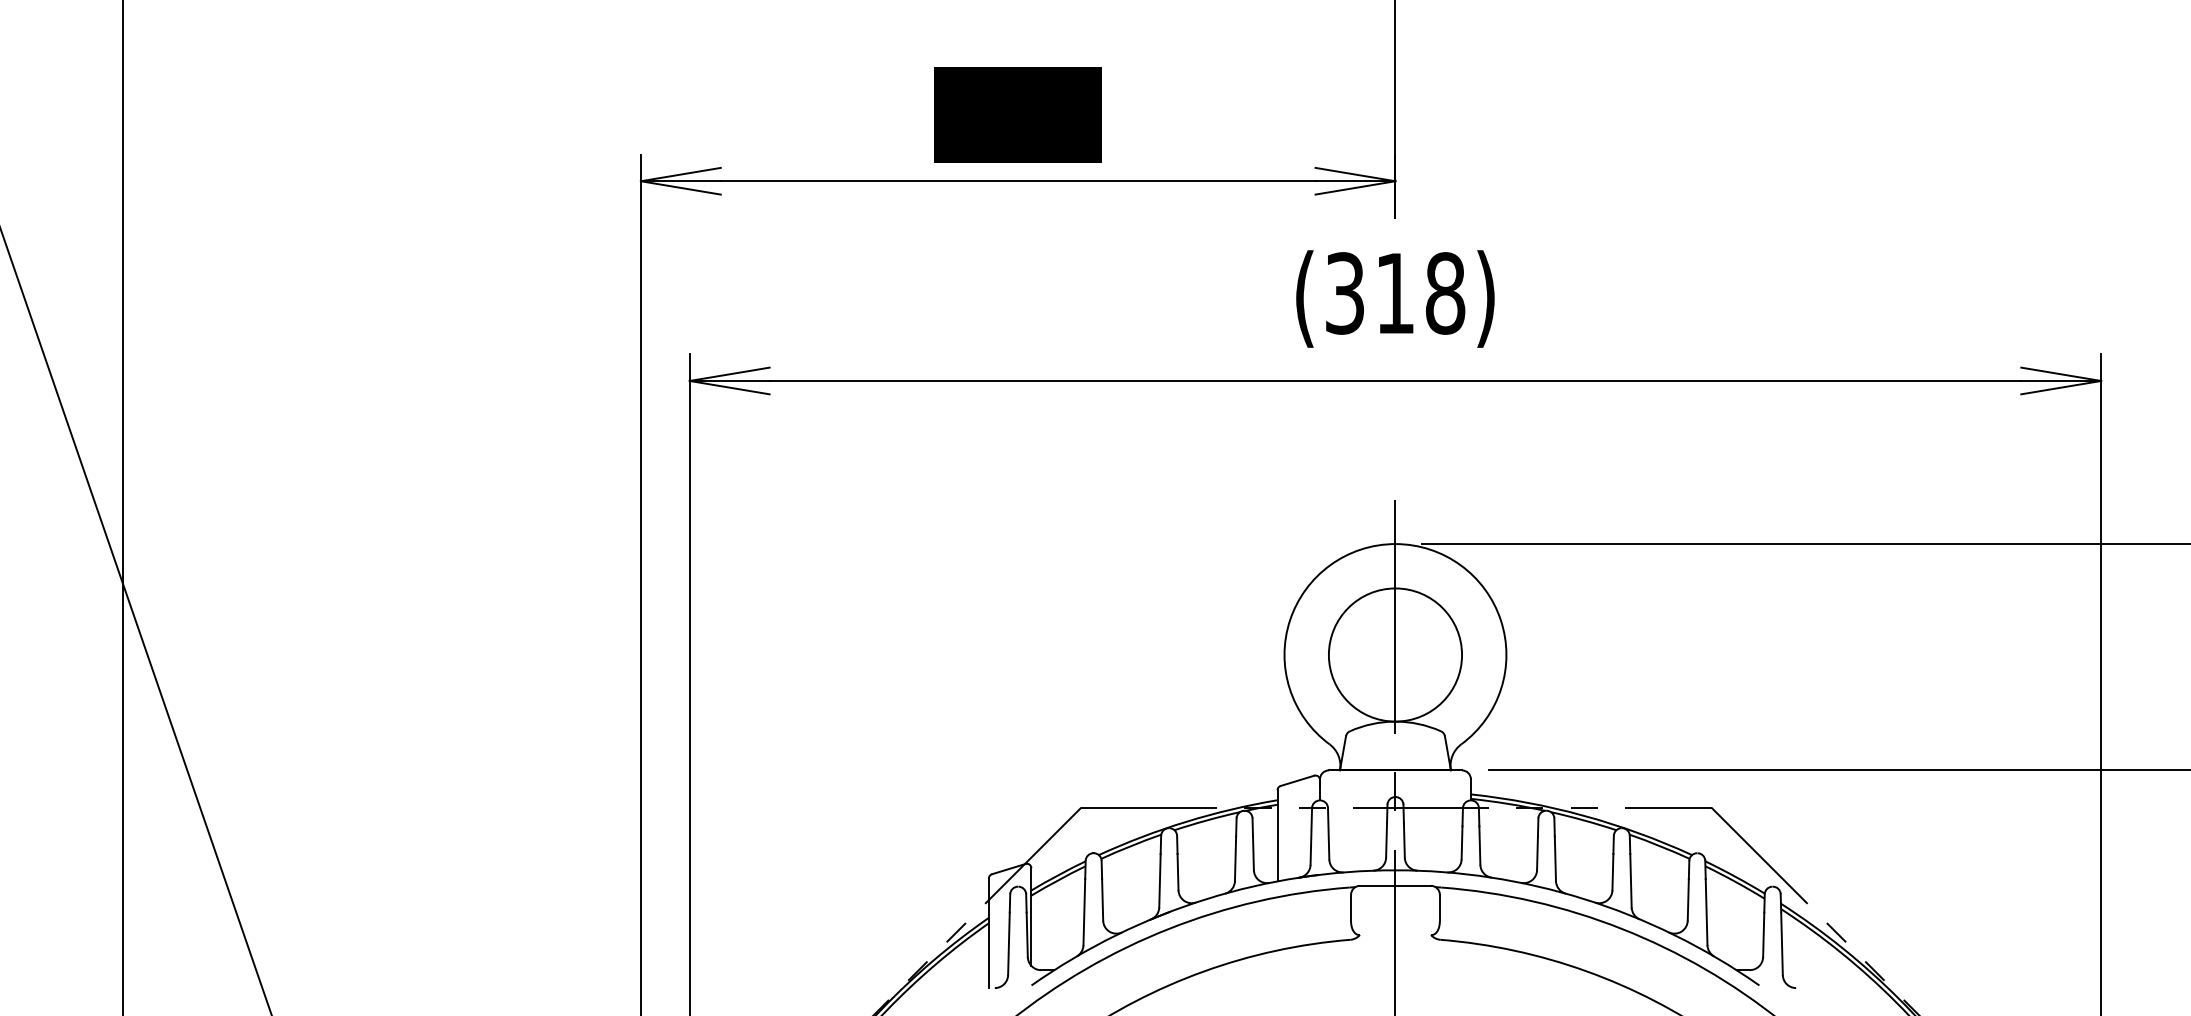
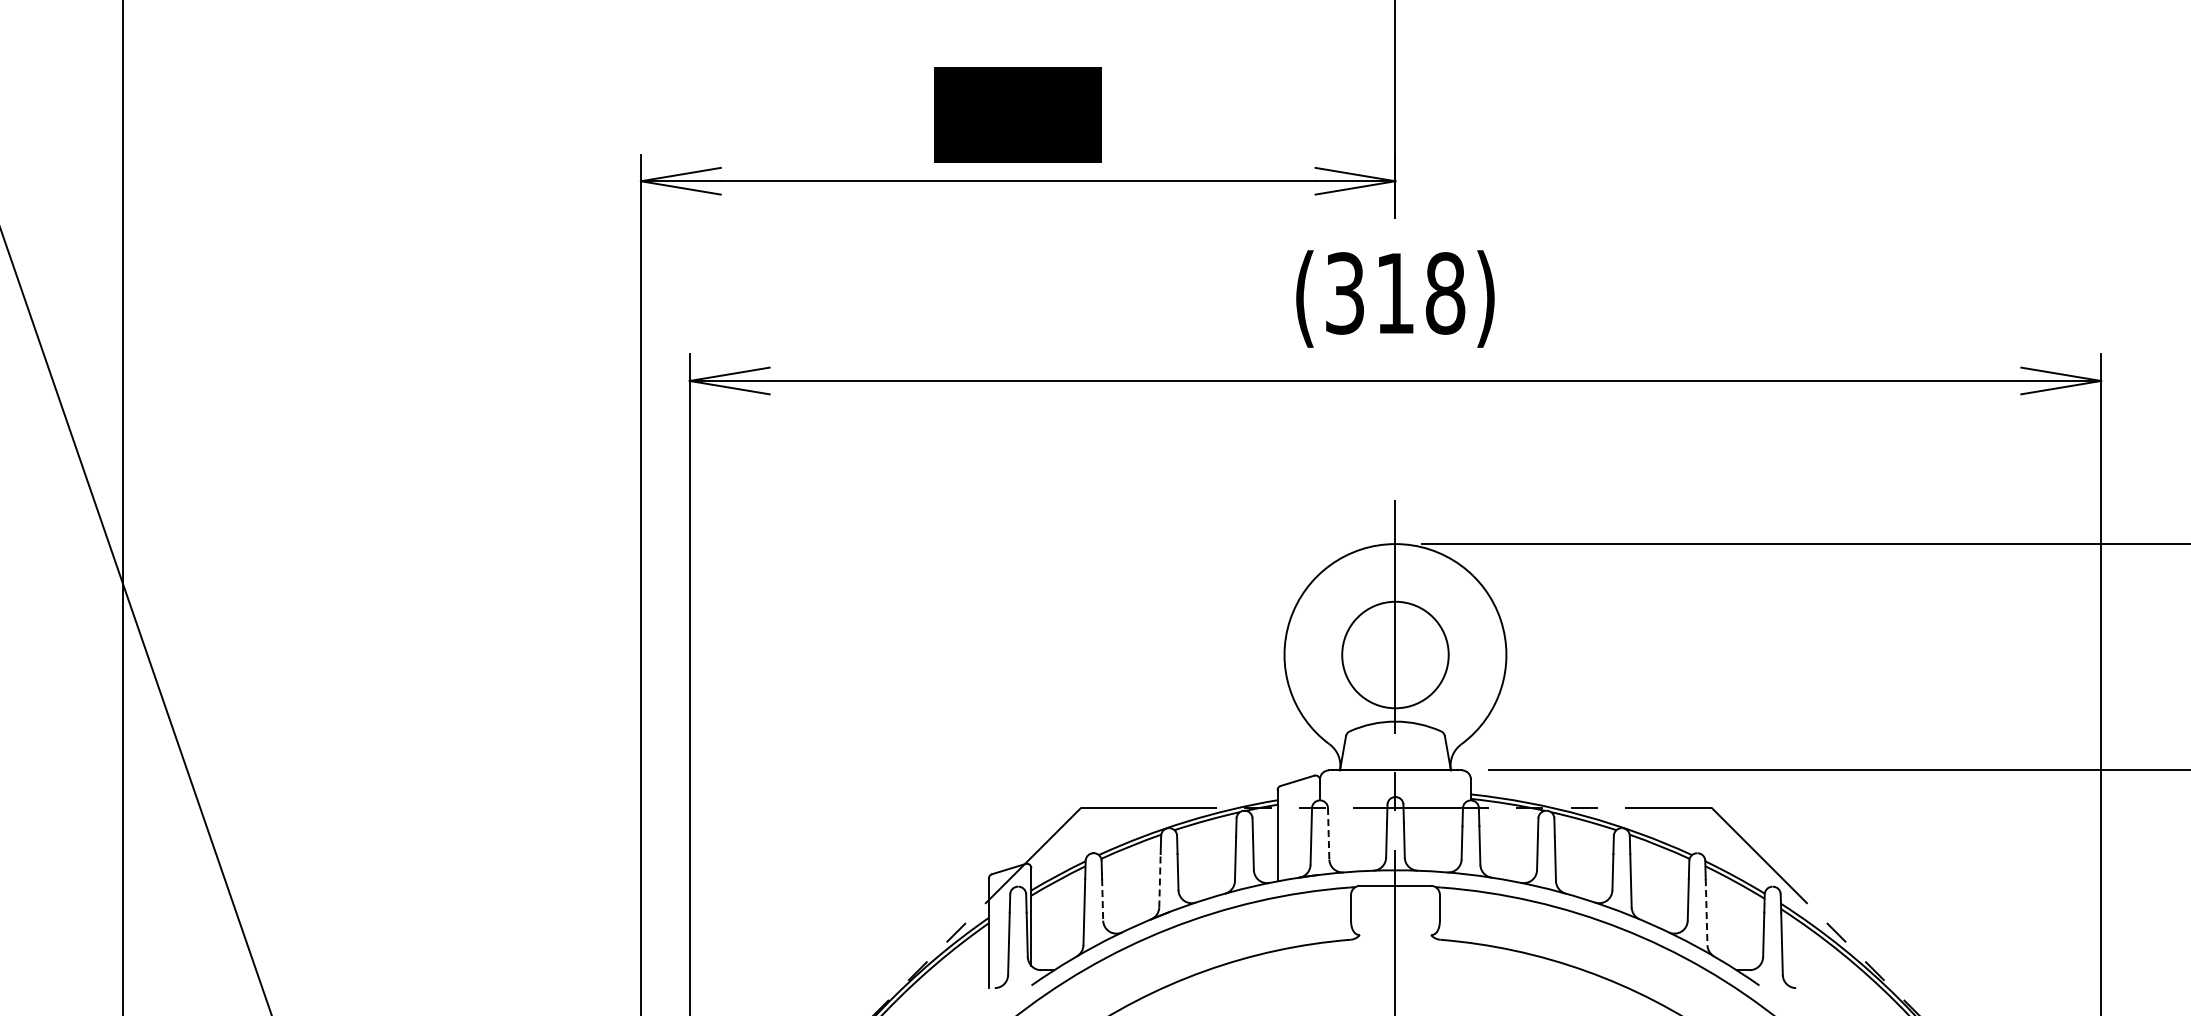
circle at (1395, 654) diameter: 133 px -> 107 px
line at (1328, 833): solid -> dashed
line at (1159, 880): solid -> dashed
line at (1102, 899): solid -> dashed
line at (1706, 912): solid -> dashed
